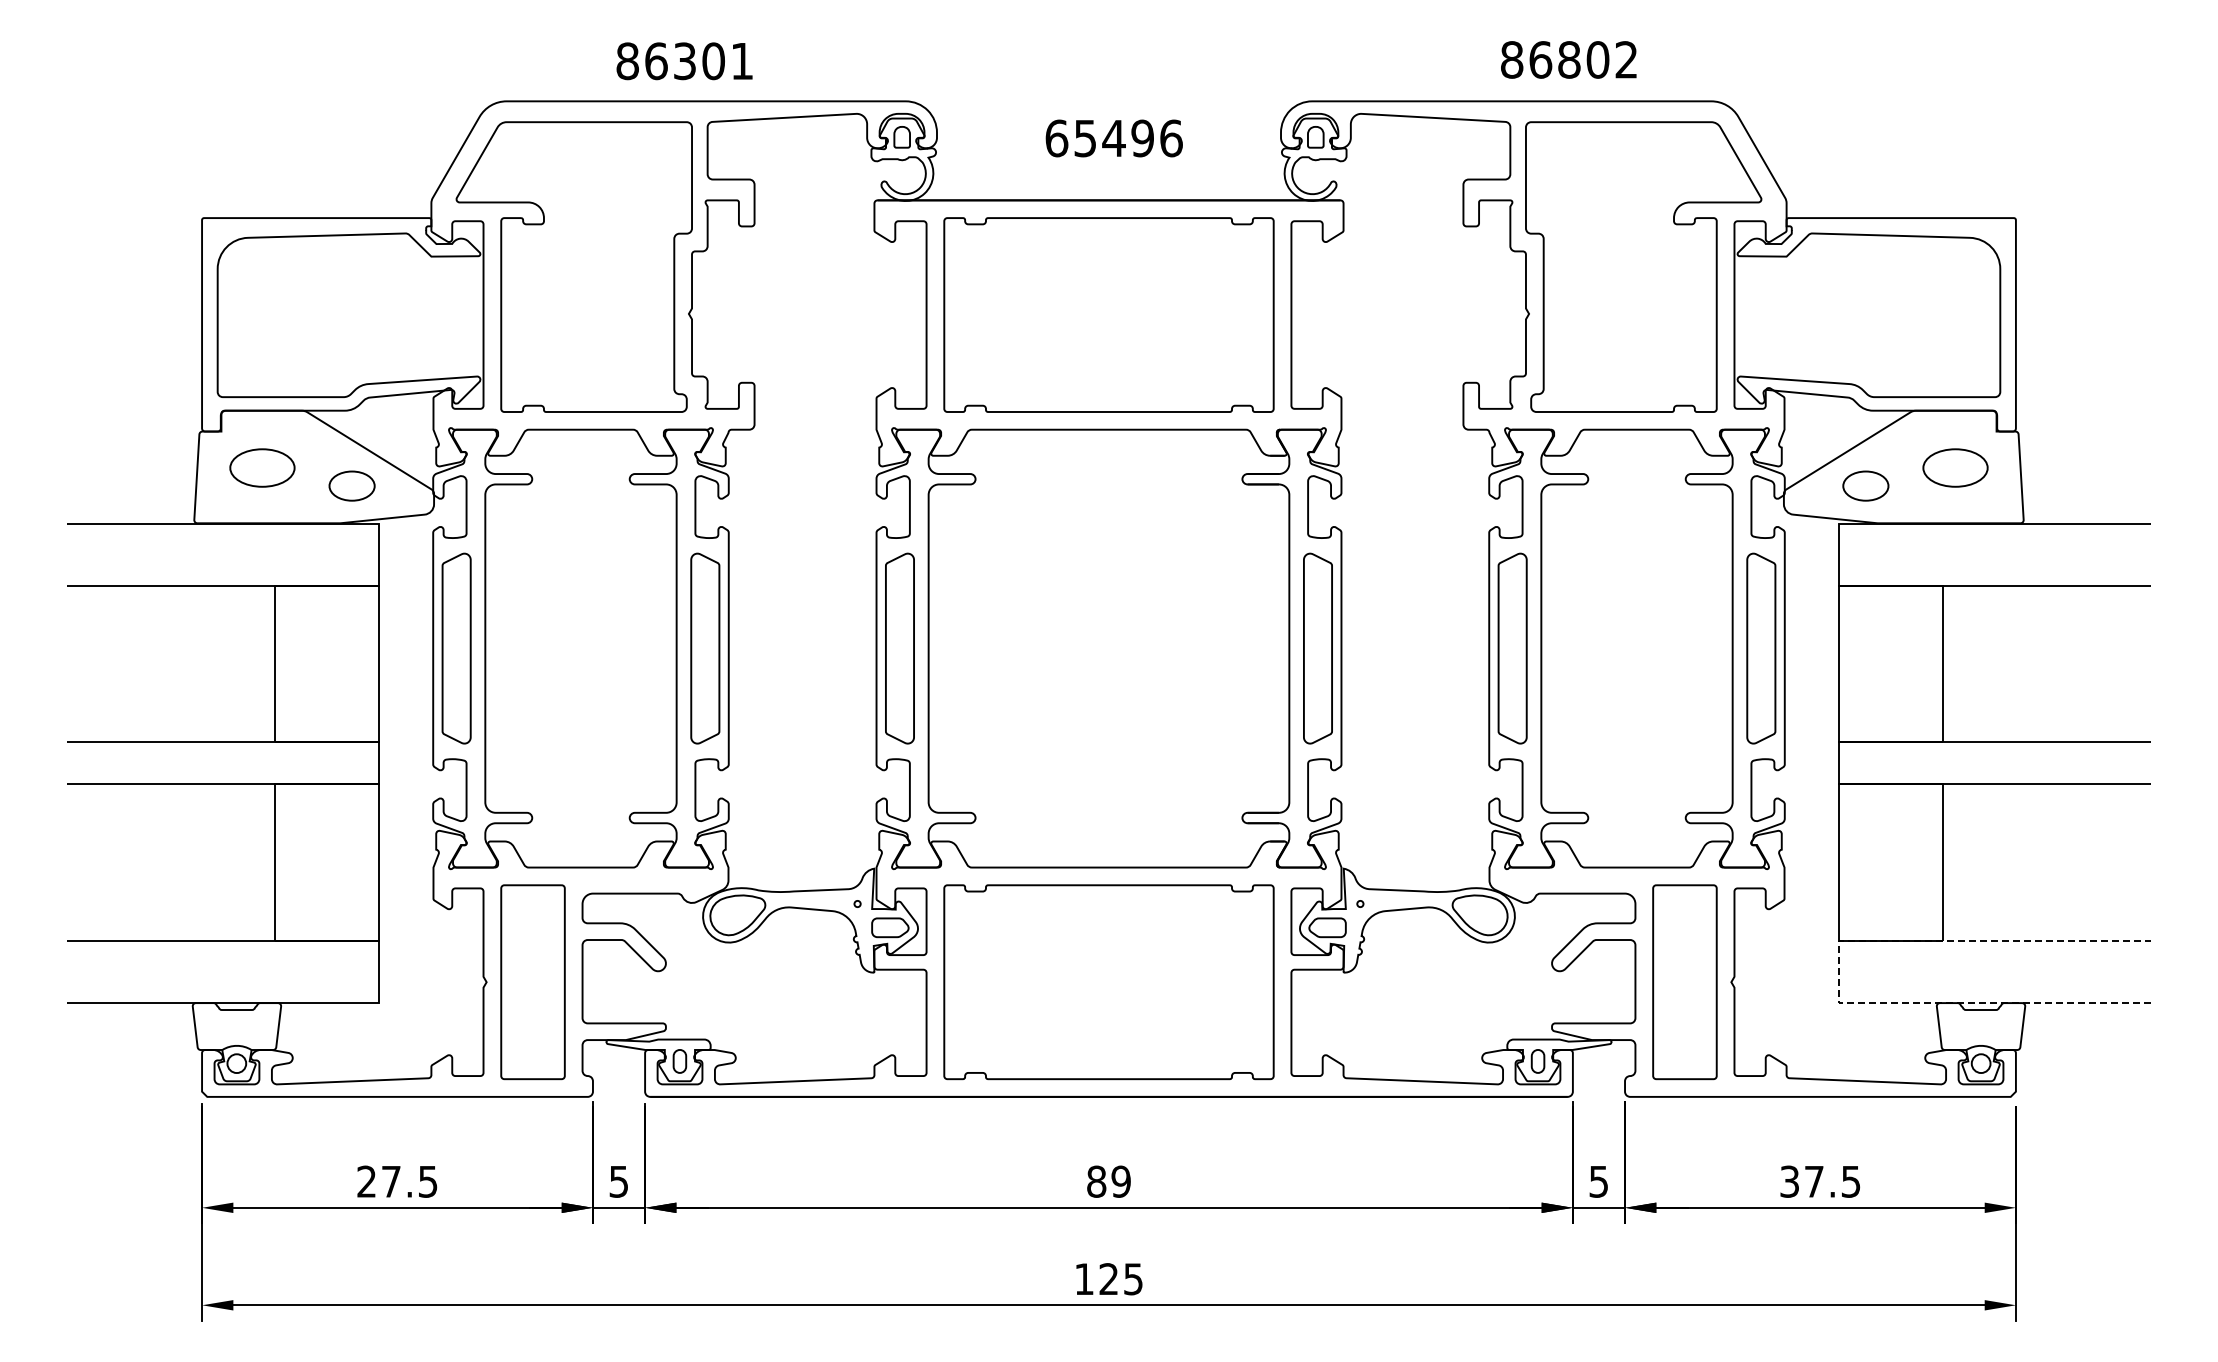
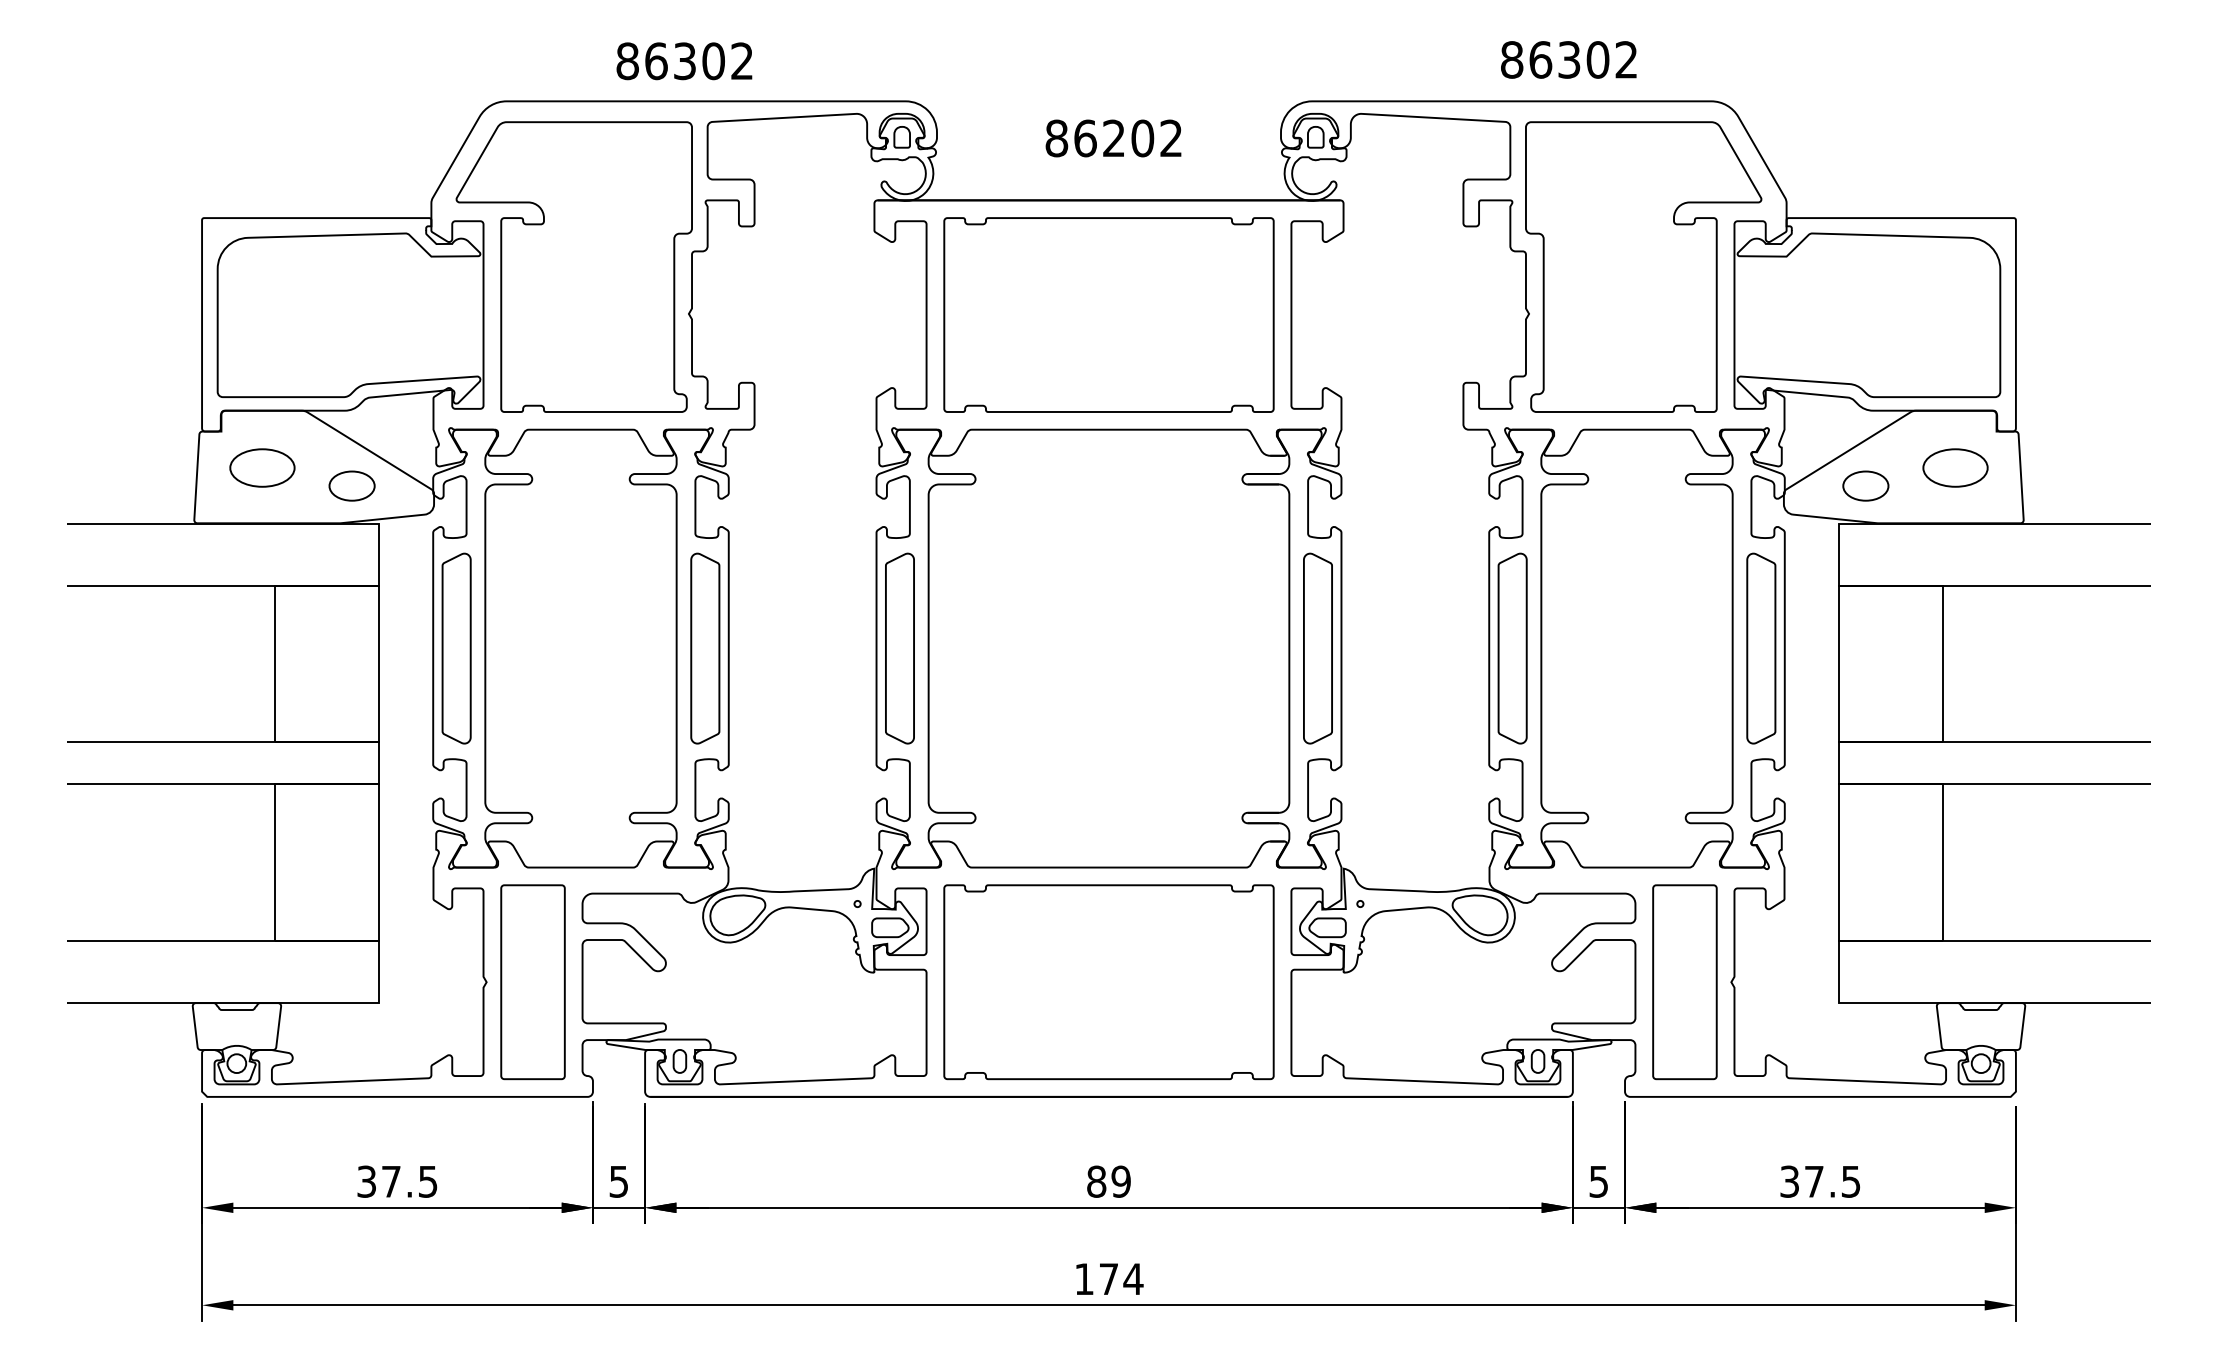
text at (1569, 59): 86802 -> 86302
text at (741, 60): 86301 -> 86302
text at (1113, 138): 65496 -> 86202
line at (1838, 971): dashed -> solid
text at (366, 1181): 27.5 -> 37.5
text at (1121, 1279): 125 -> 174
